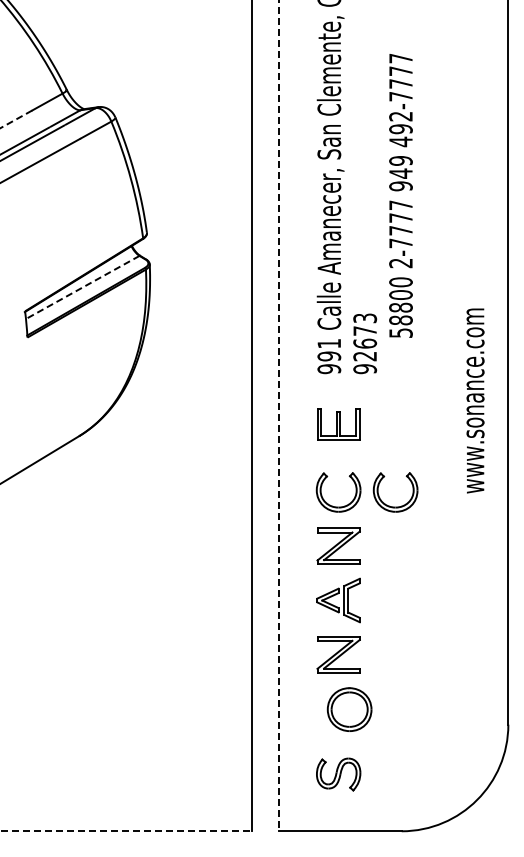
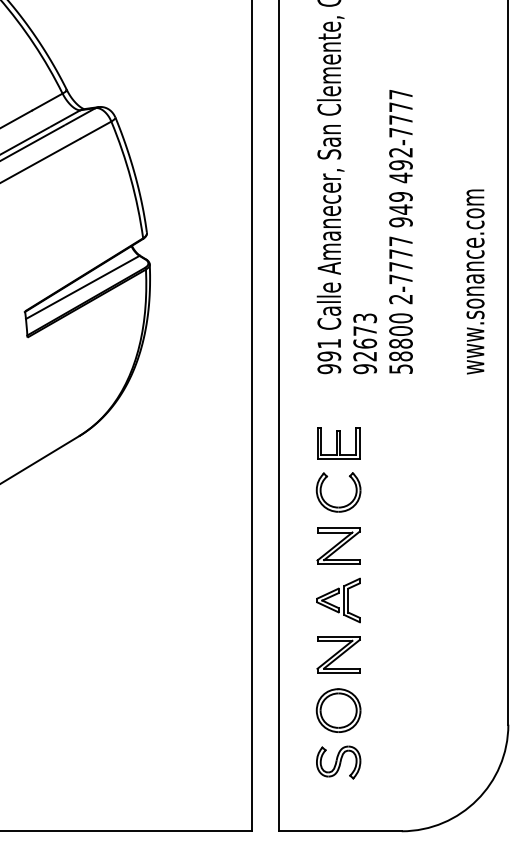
line at (15, 119): dashed -> solid
text at (400, 195) position: (400, 195) -> (400, 231)
line at (82, 287): dashed -> solid
text at (475, 400) position: (475, 400) -> (475, 281)
line at (278, 416): dashed -> solid
part at (338, 424) position: (338, 424) -> (338, 443)
part at (395, 506): present -> none
part at (349, 709) position: (349, 709) -> (338, 710)
part at (338, 774) position: (338, 774) -> (338, 762)
line at (126, 831): dashed -> solid
